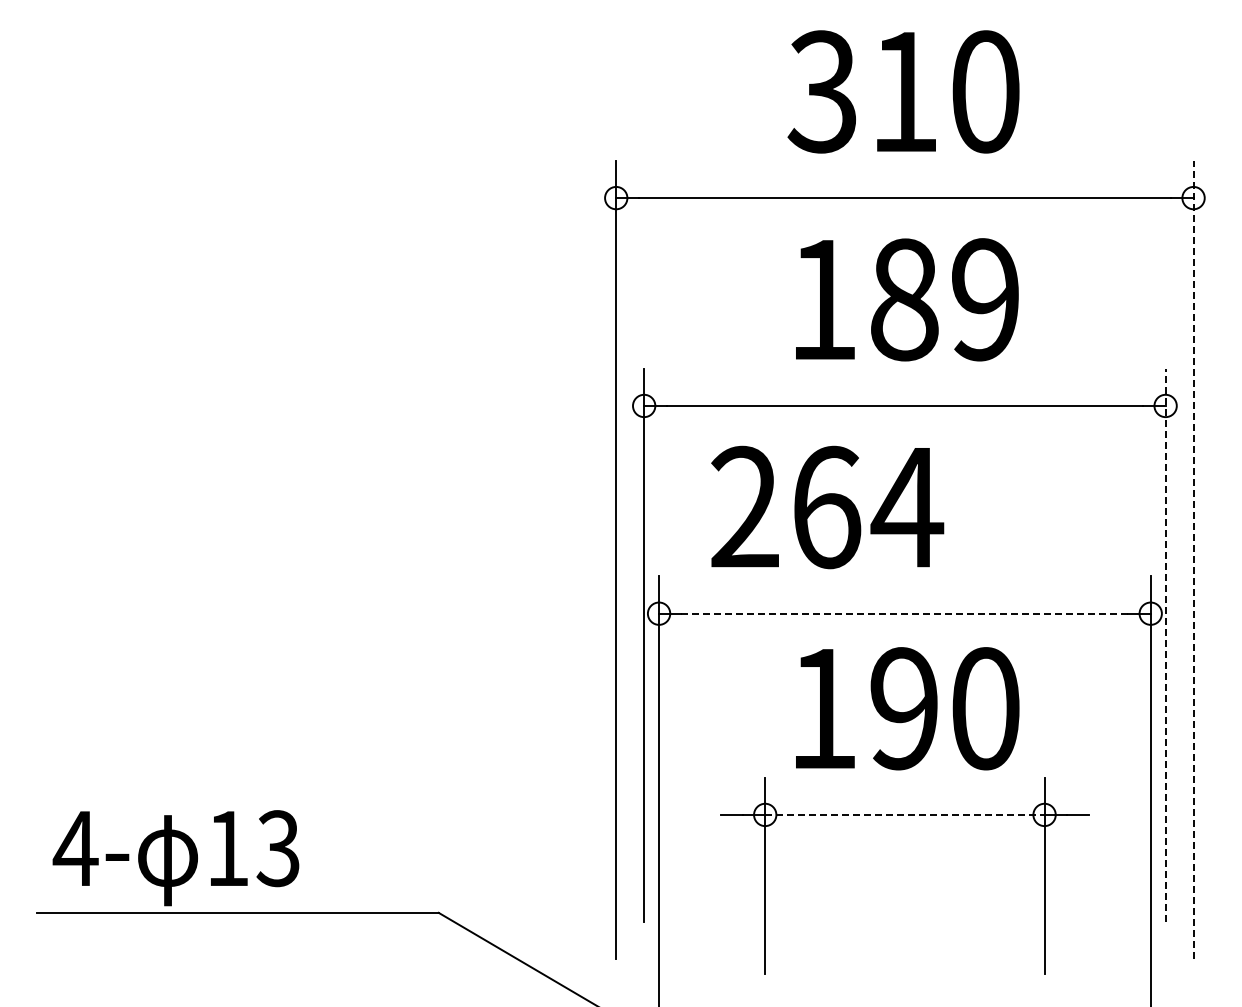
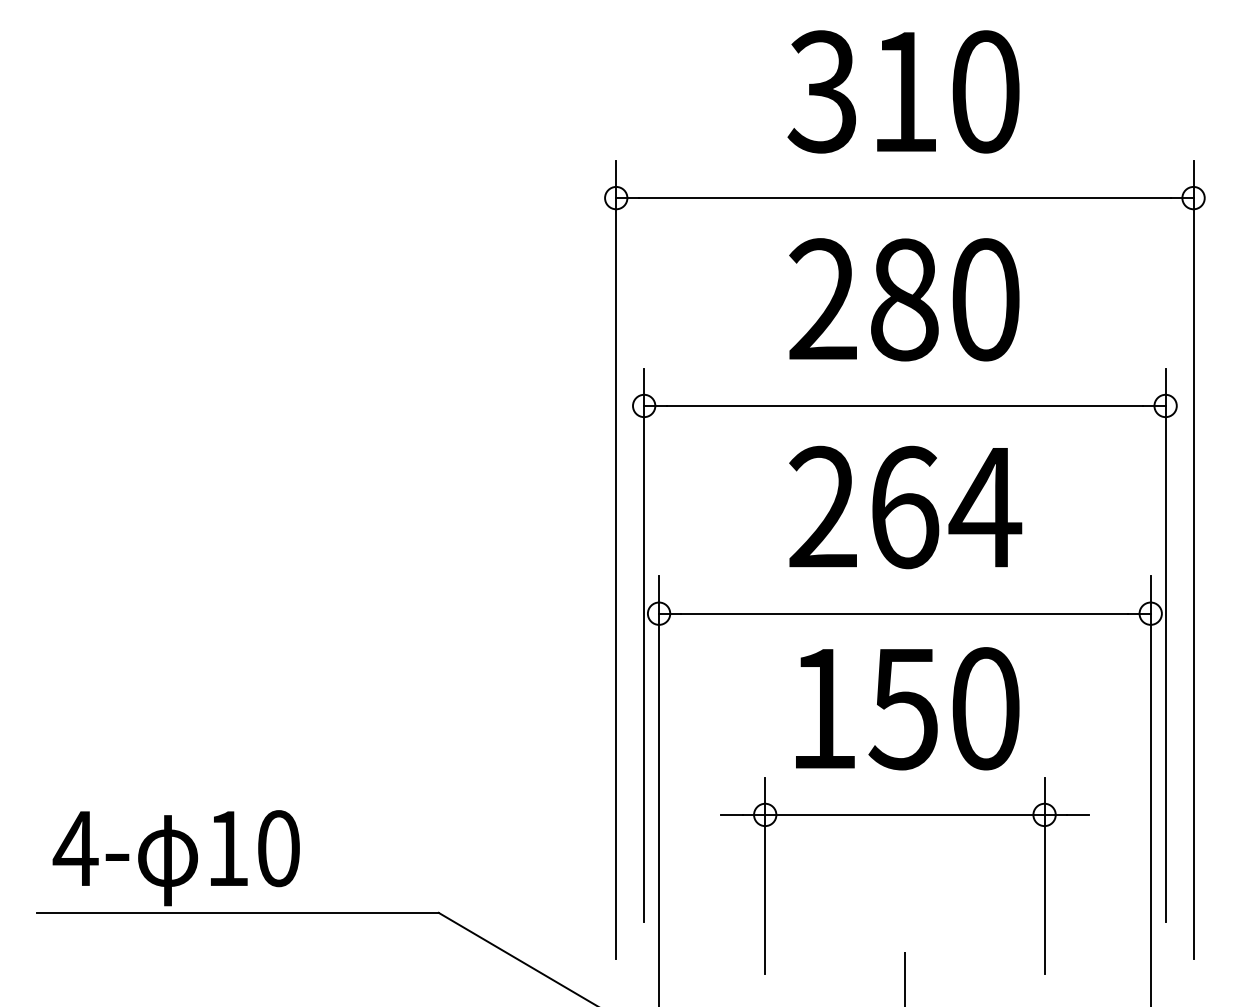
text at (904, 299): 189 -> 280
text at (827, 507) position: (827, 507) -> (905, 507)
line at (1193, 559): dashed -> solid
line at (904, 613): dashed -> solid
line at (1165, 645): dashed -> solid
text at (902, 708): 190 -> 150
line at (904, 814): dashed -> solid
text at (277, 848): 13 -> 10
line at (904, 977): none -> present
